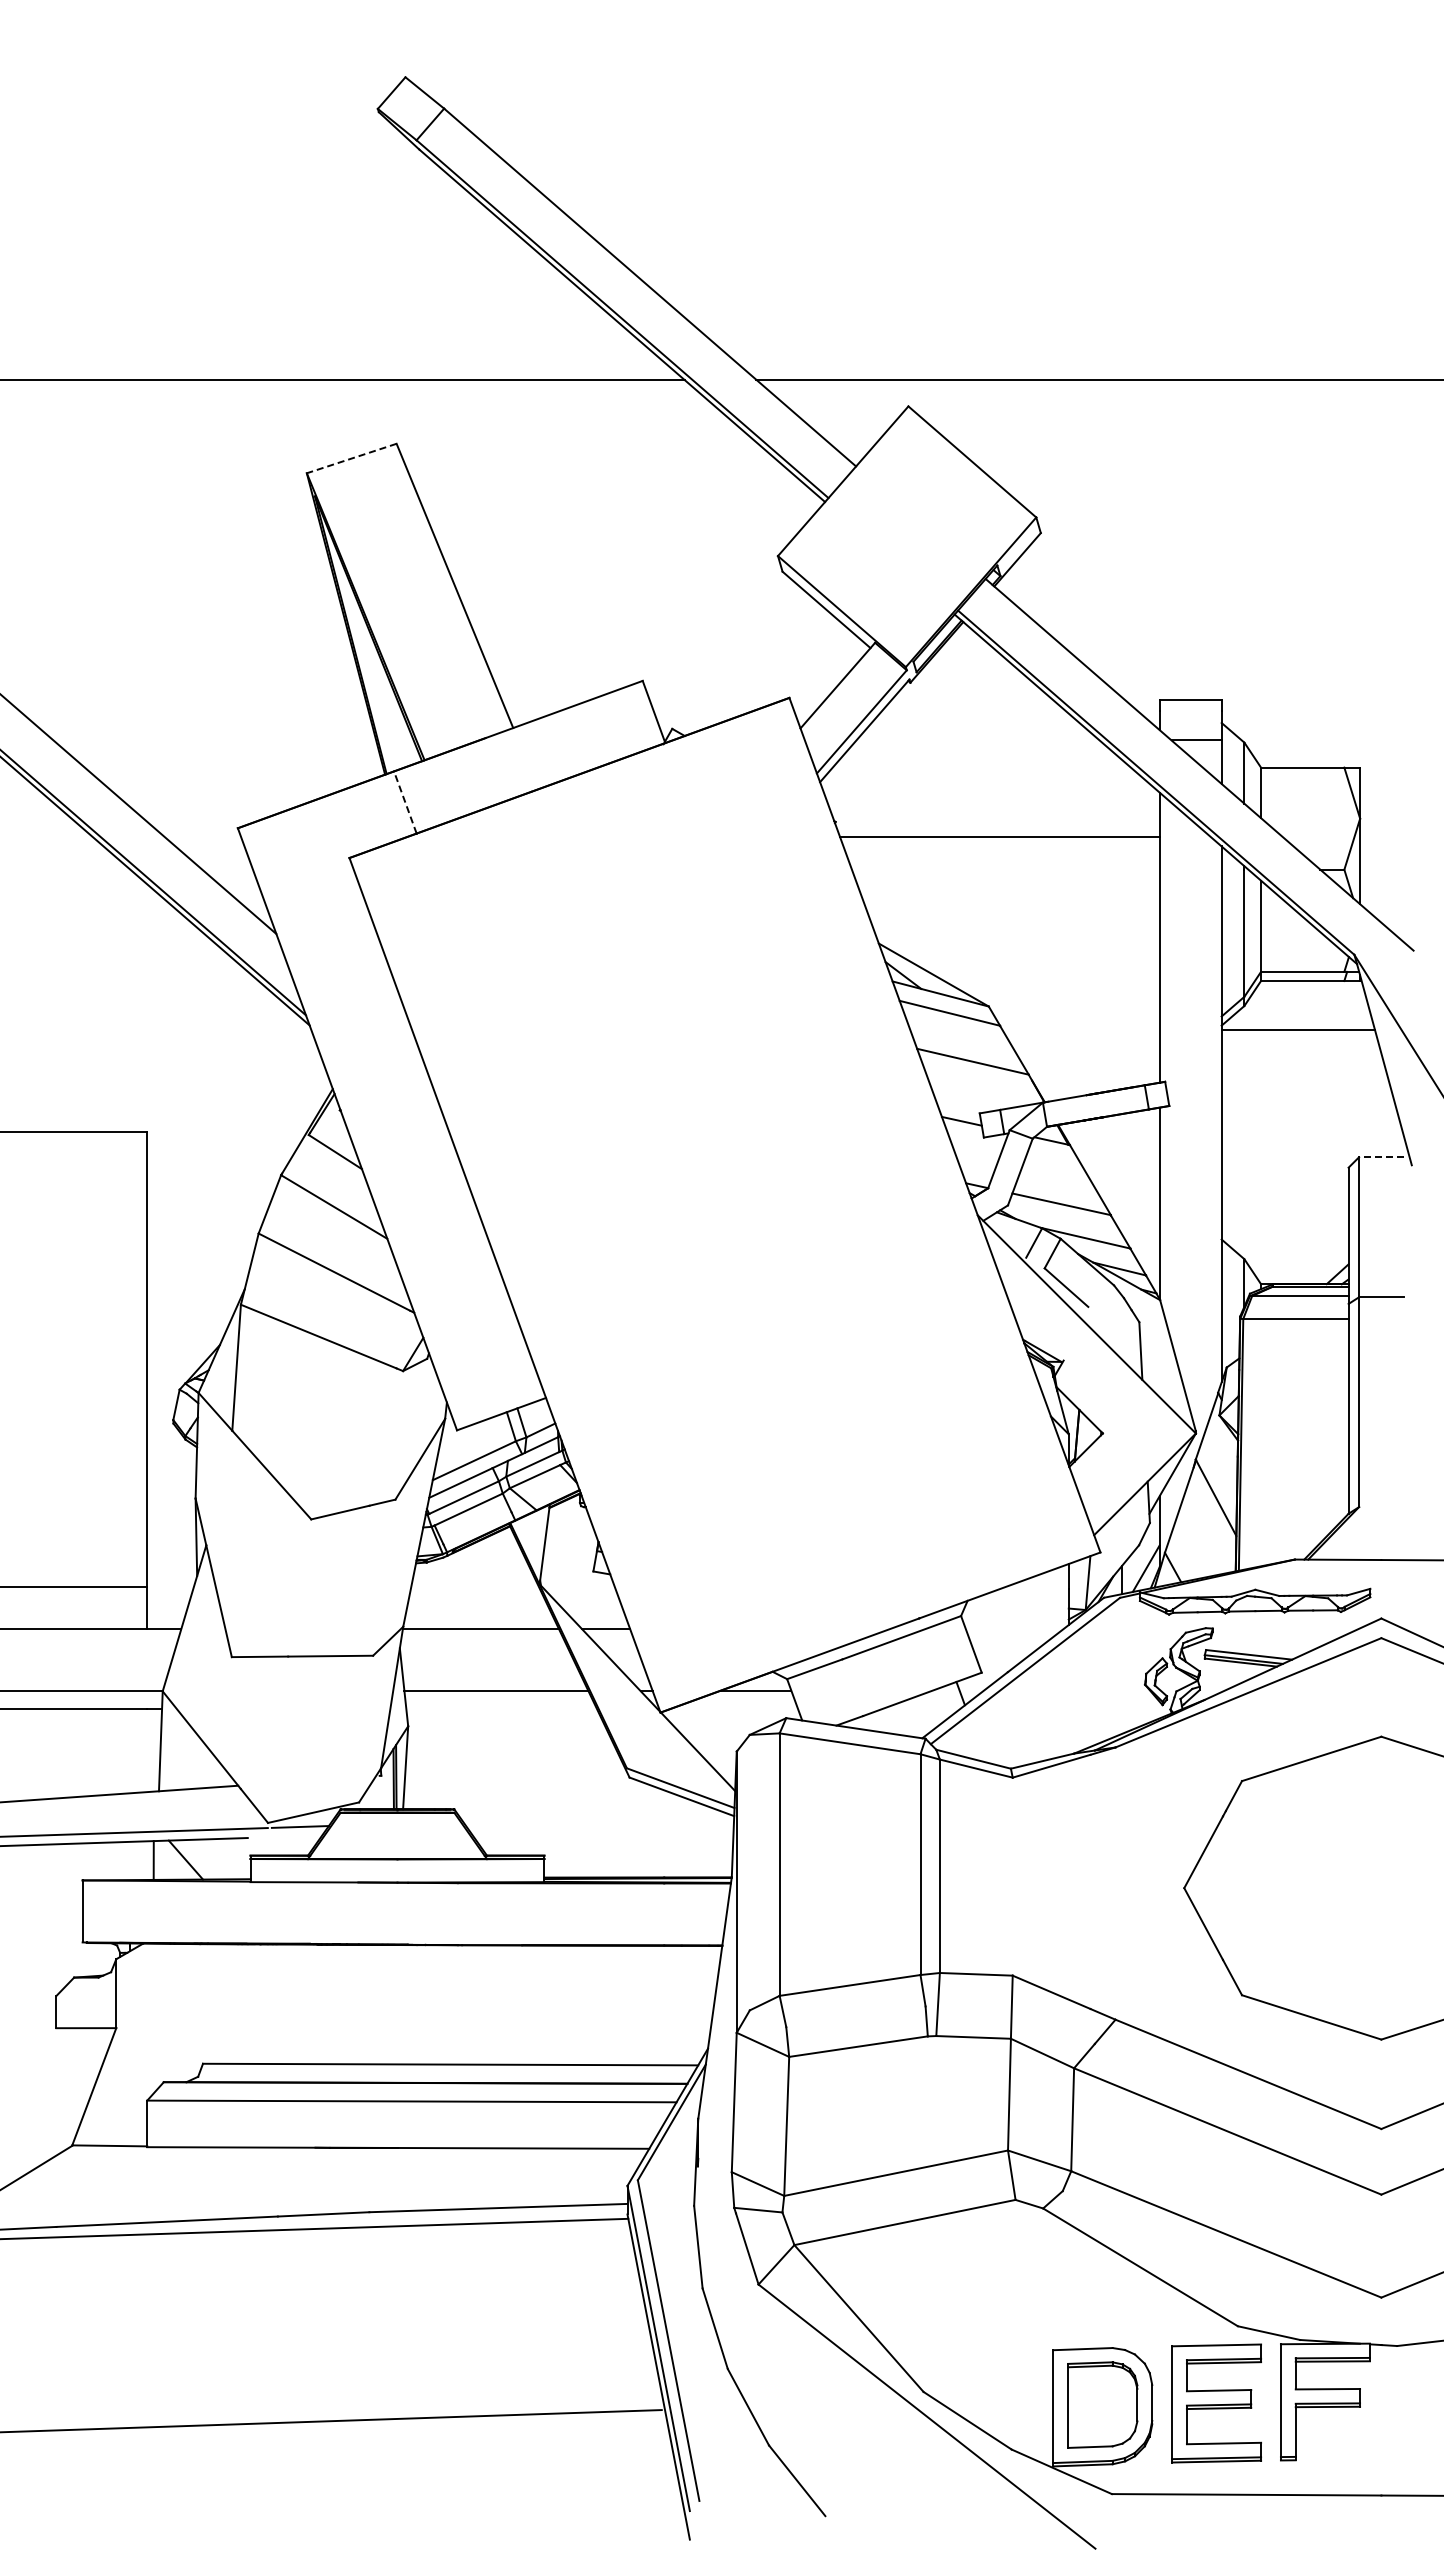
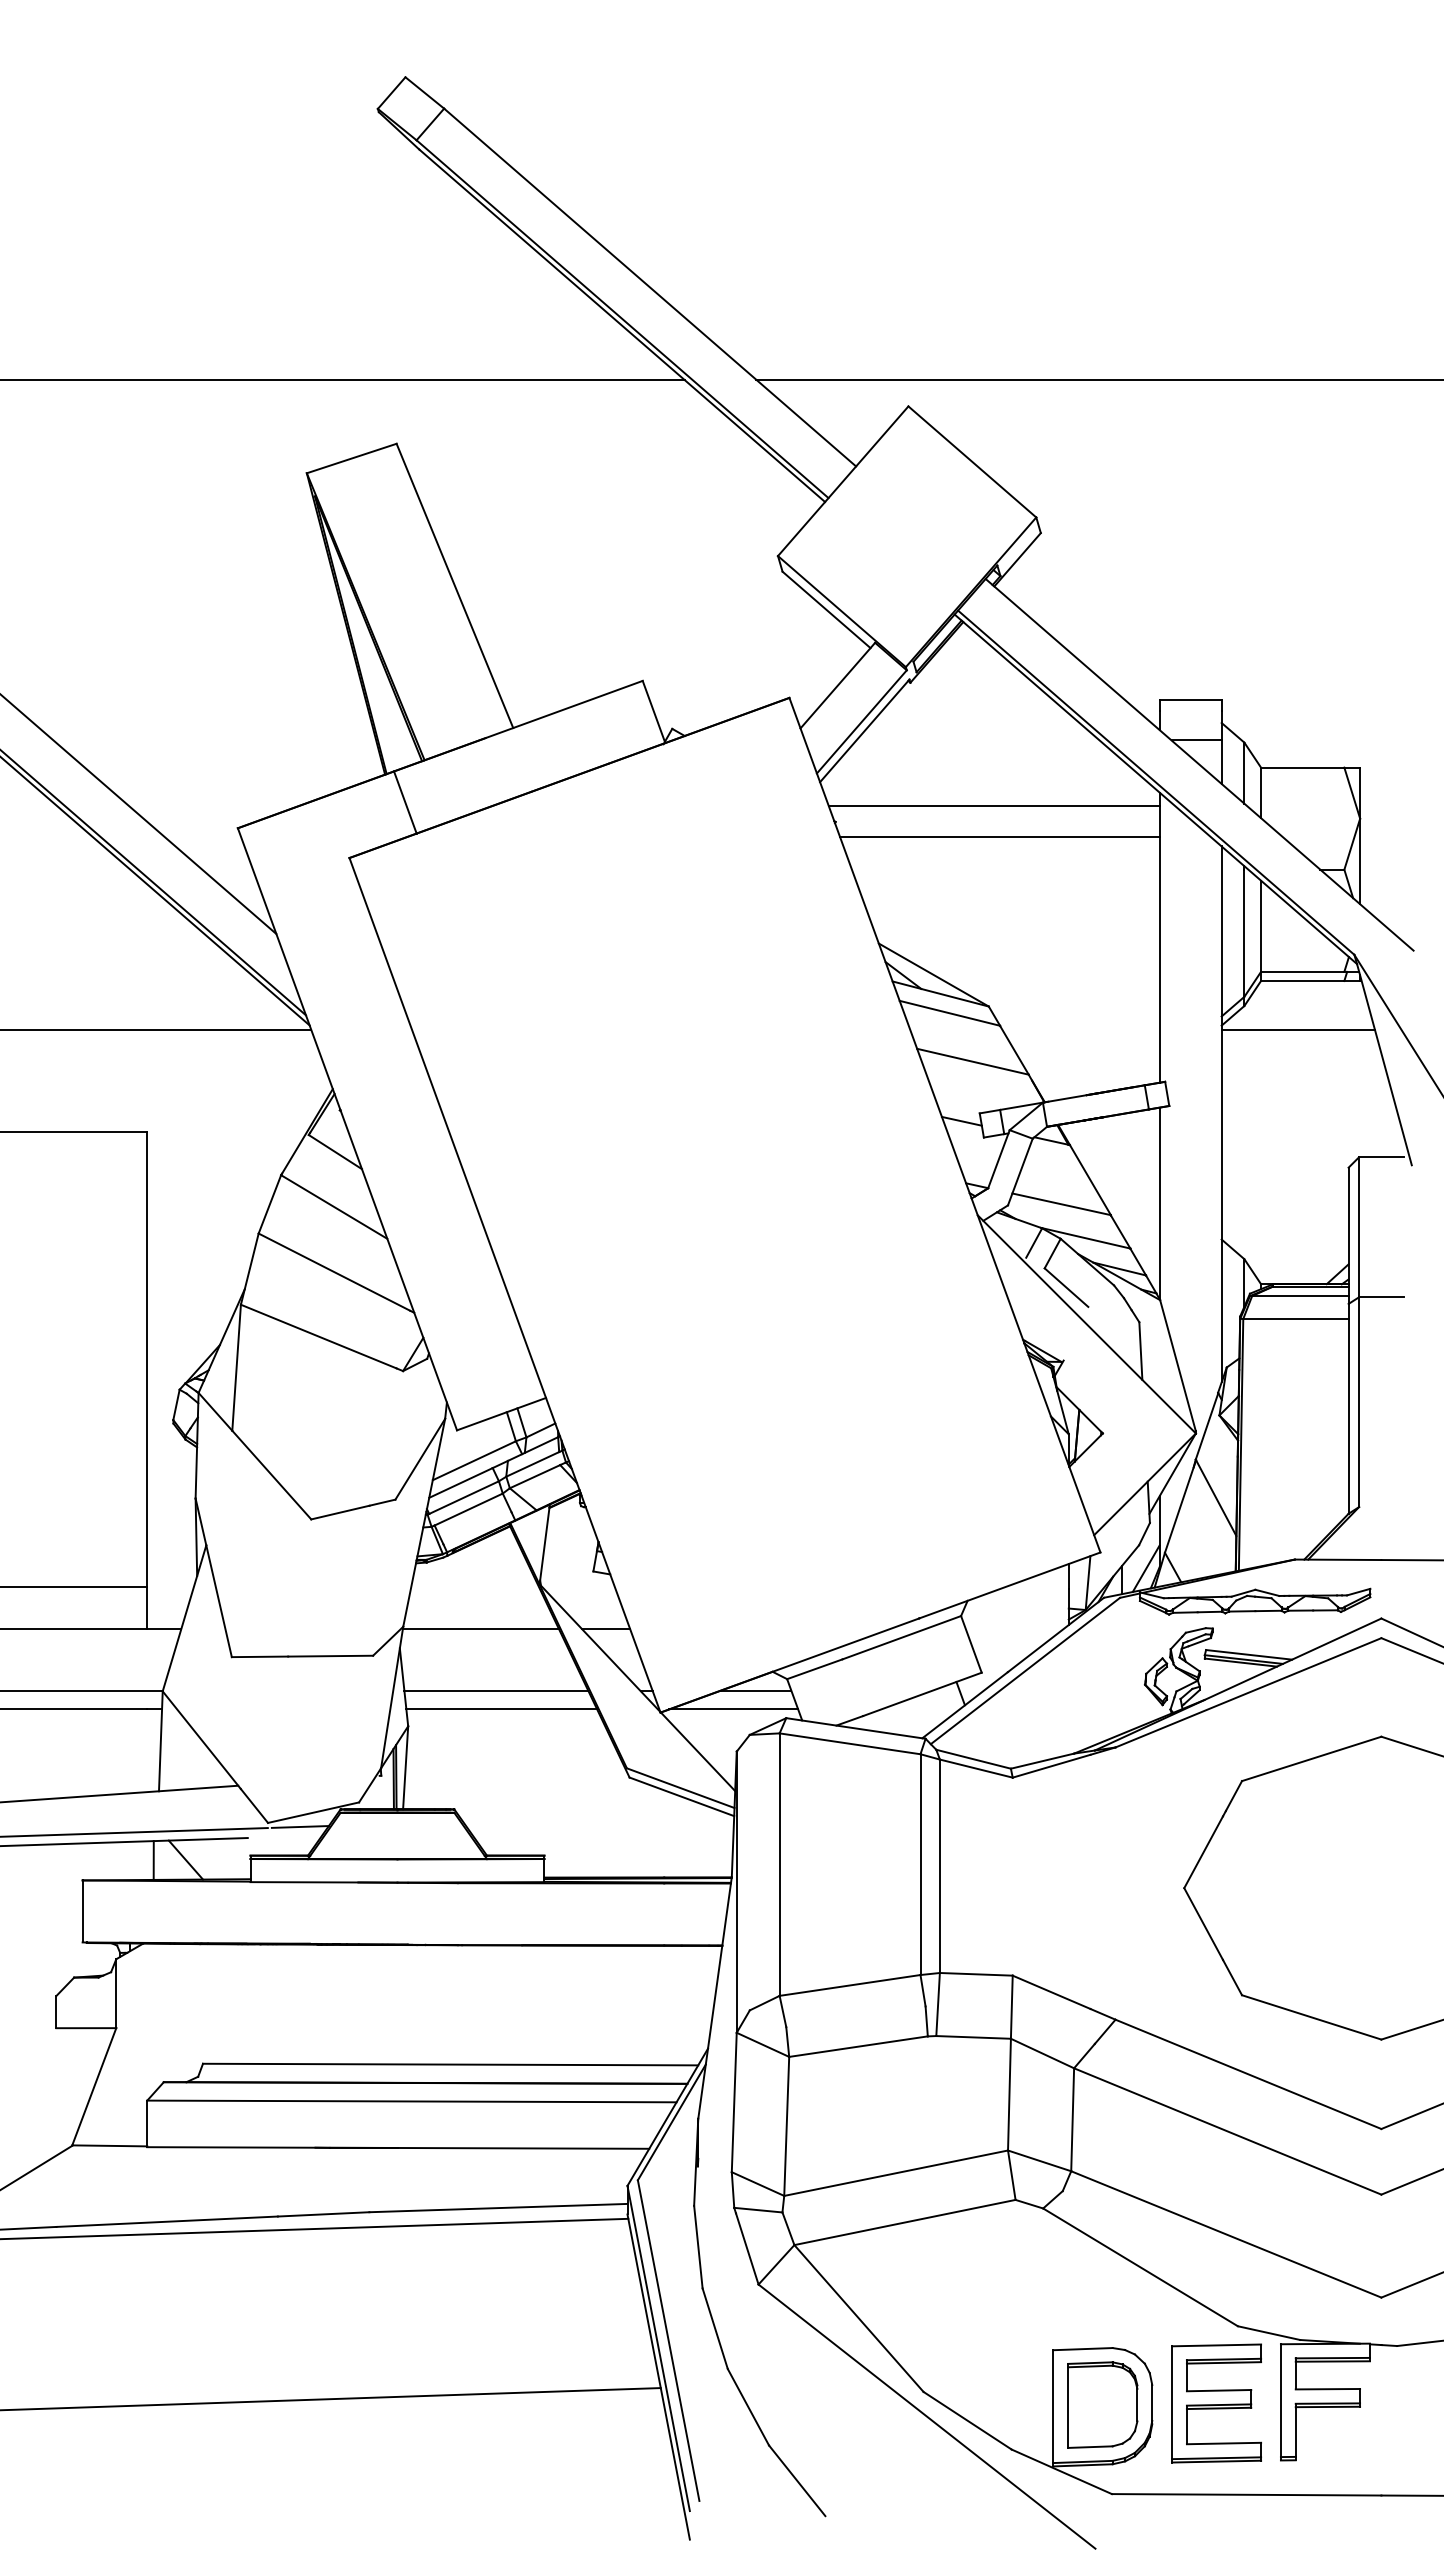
line at (351, 458): dashed -> solid
line at (405, 802): dashed -> solid
line at (993, 806): none -> present
line at (156, 1030): none -> present
line at (1380, 1157): dashed -> solid
line at (501, 1709): none -> present
line at (733, 1709): none -> present
line at (331, 2421) position: (331, 2421) -> (331, 2399)
